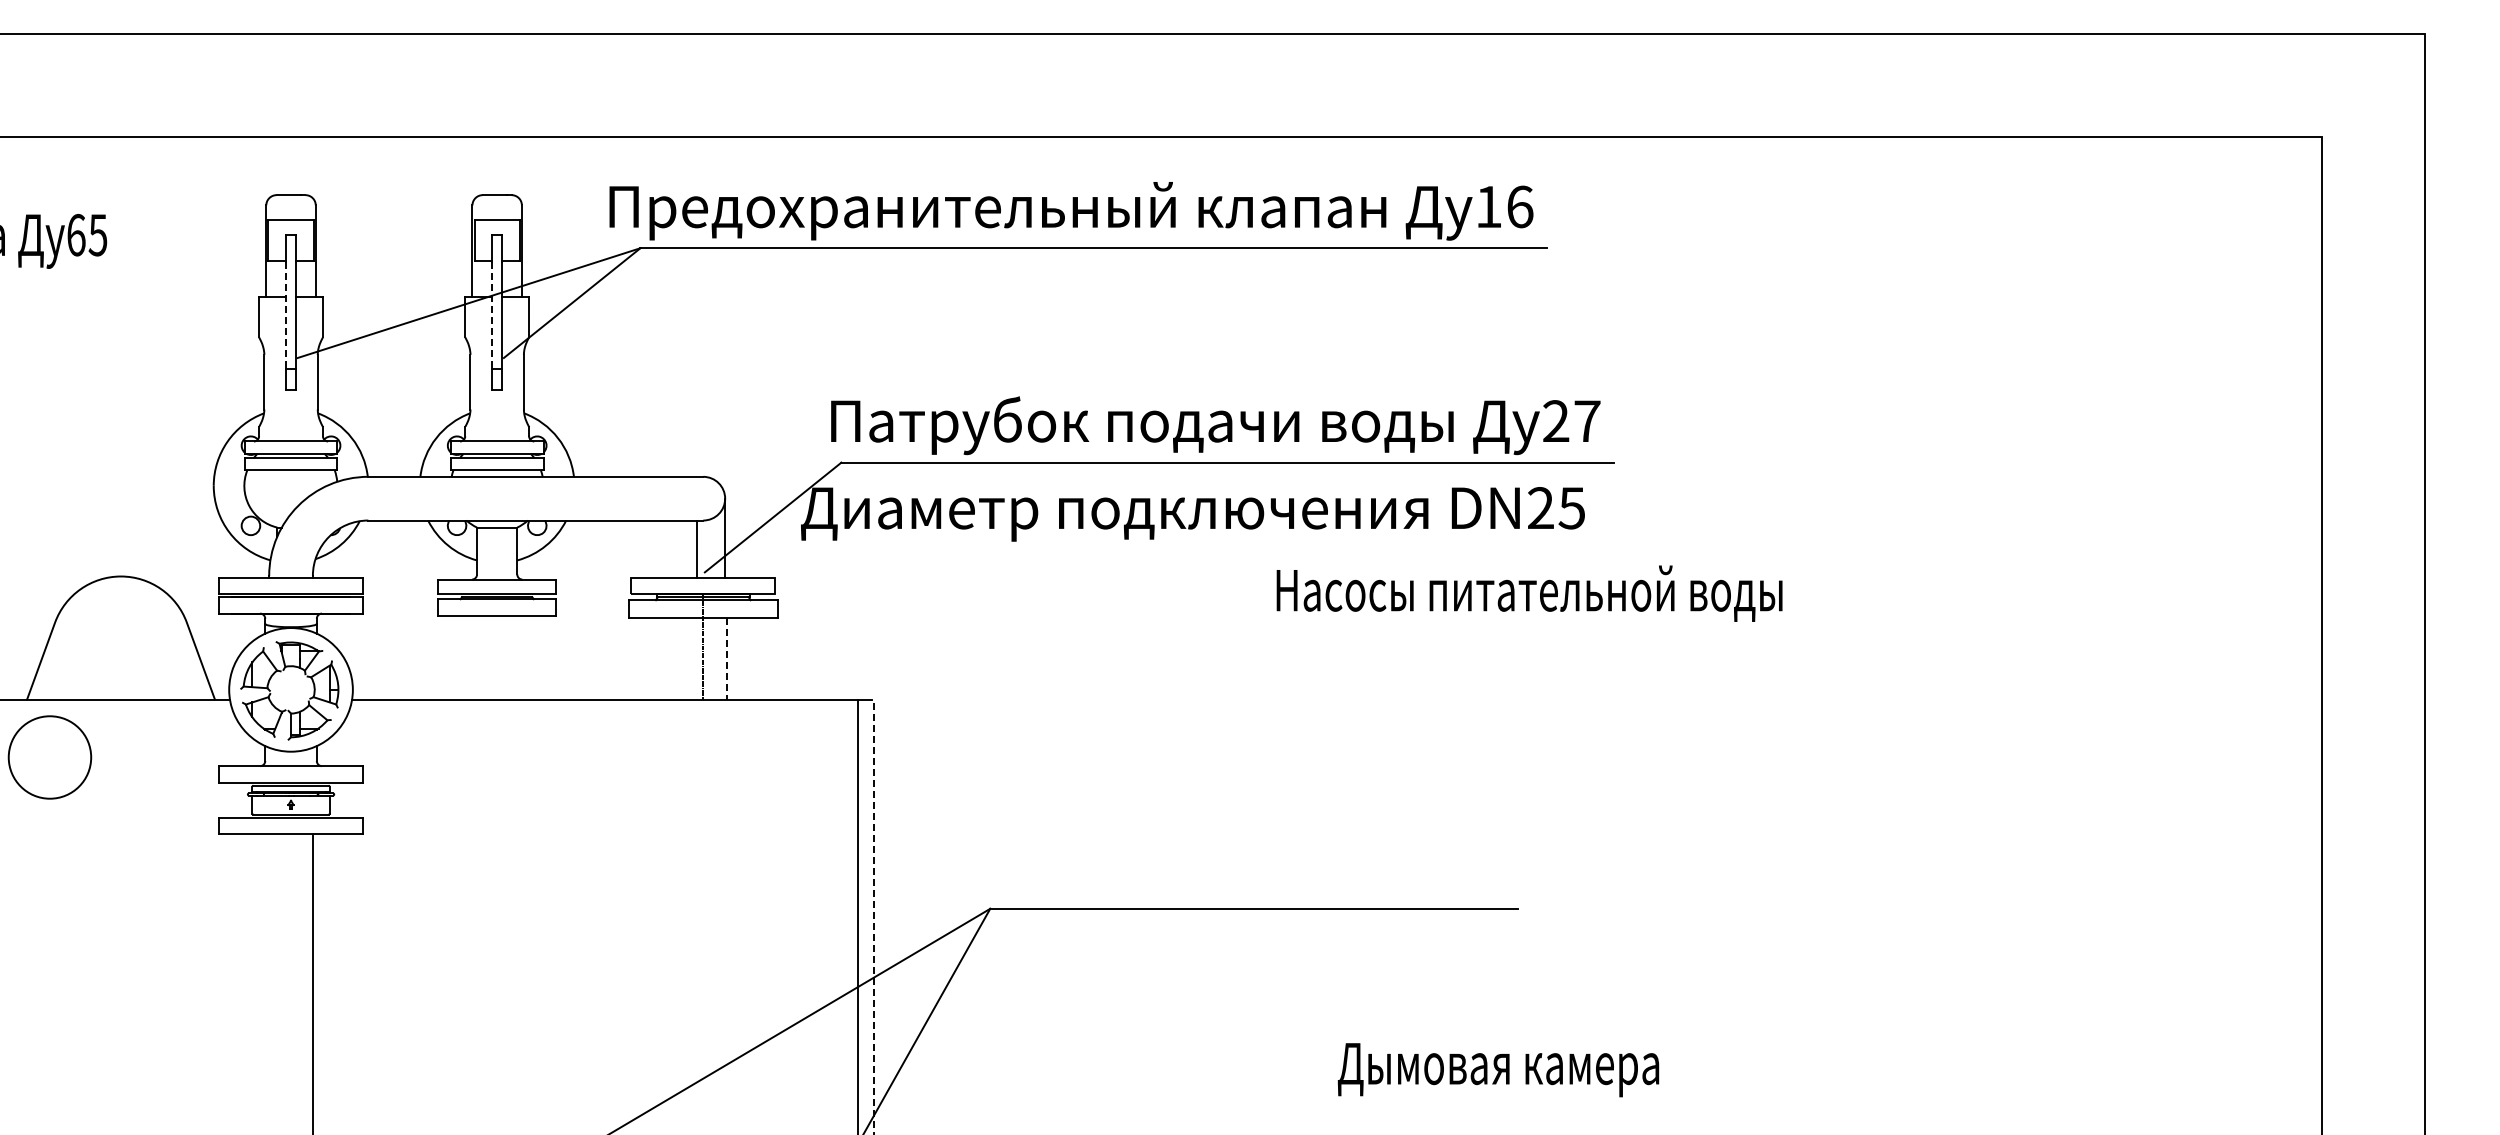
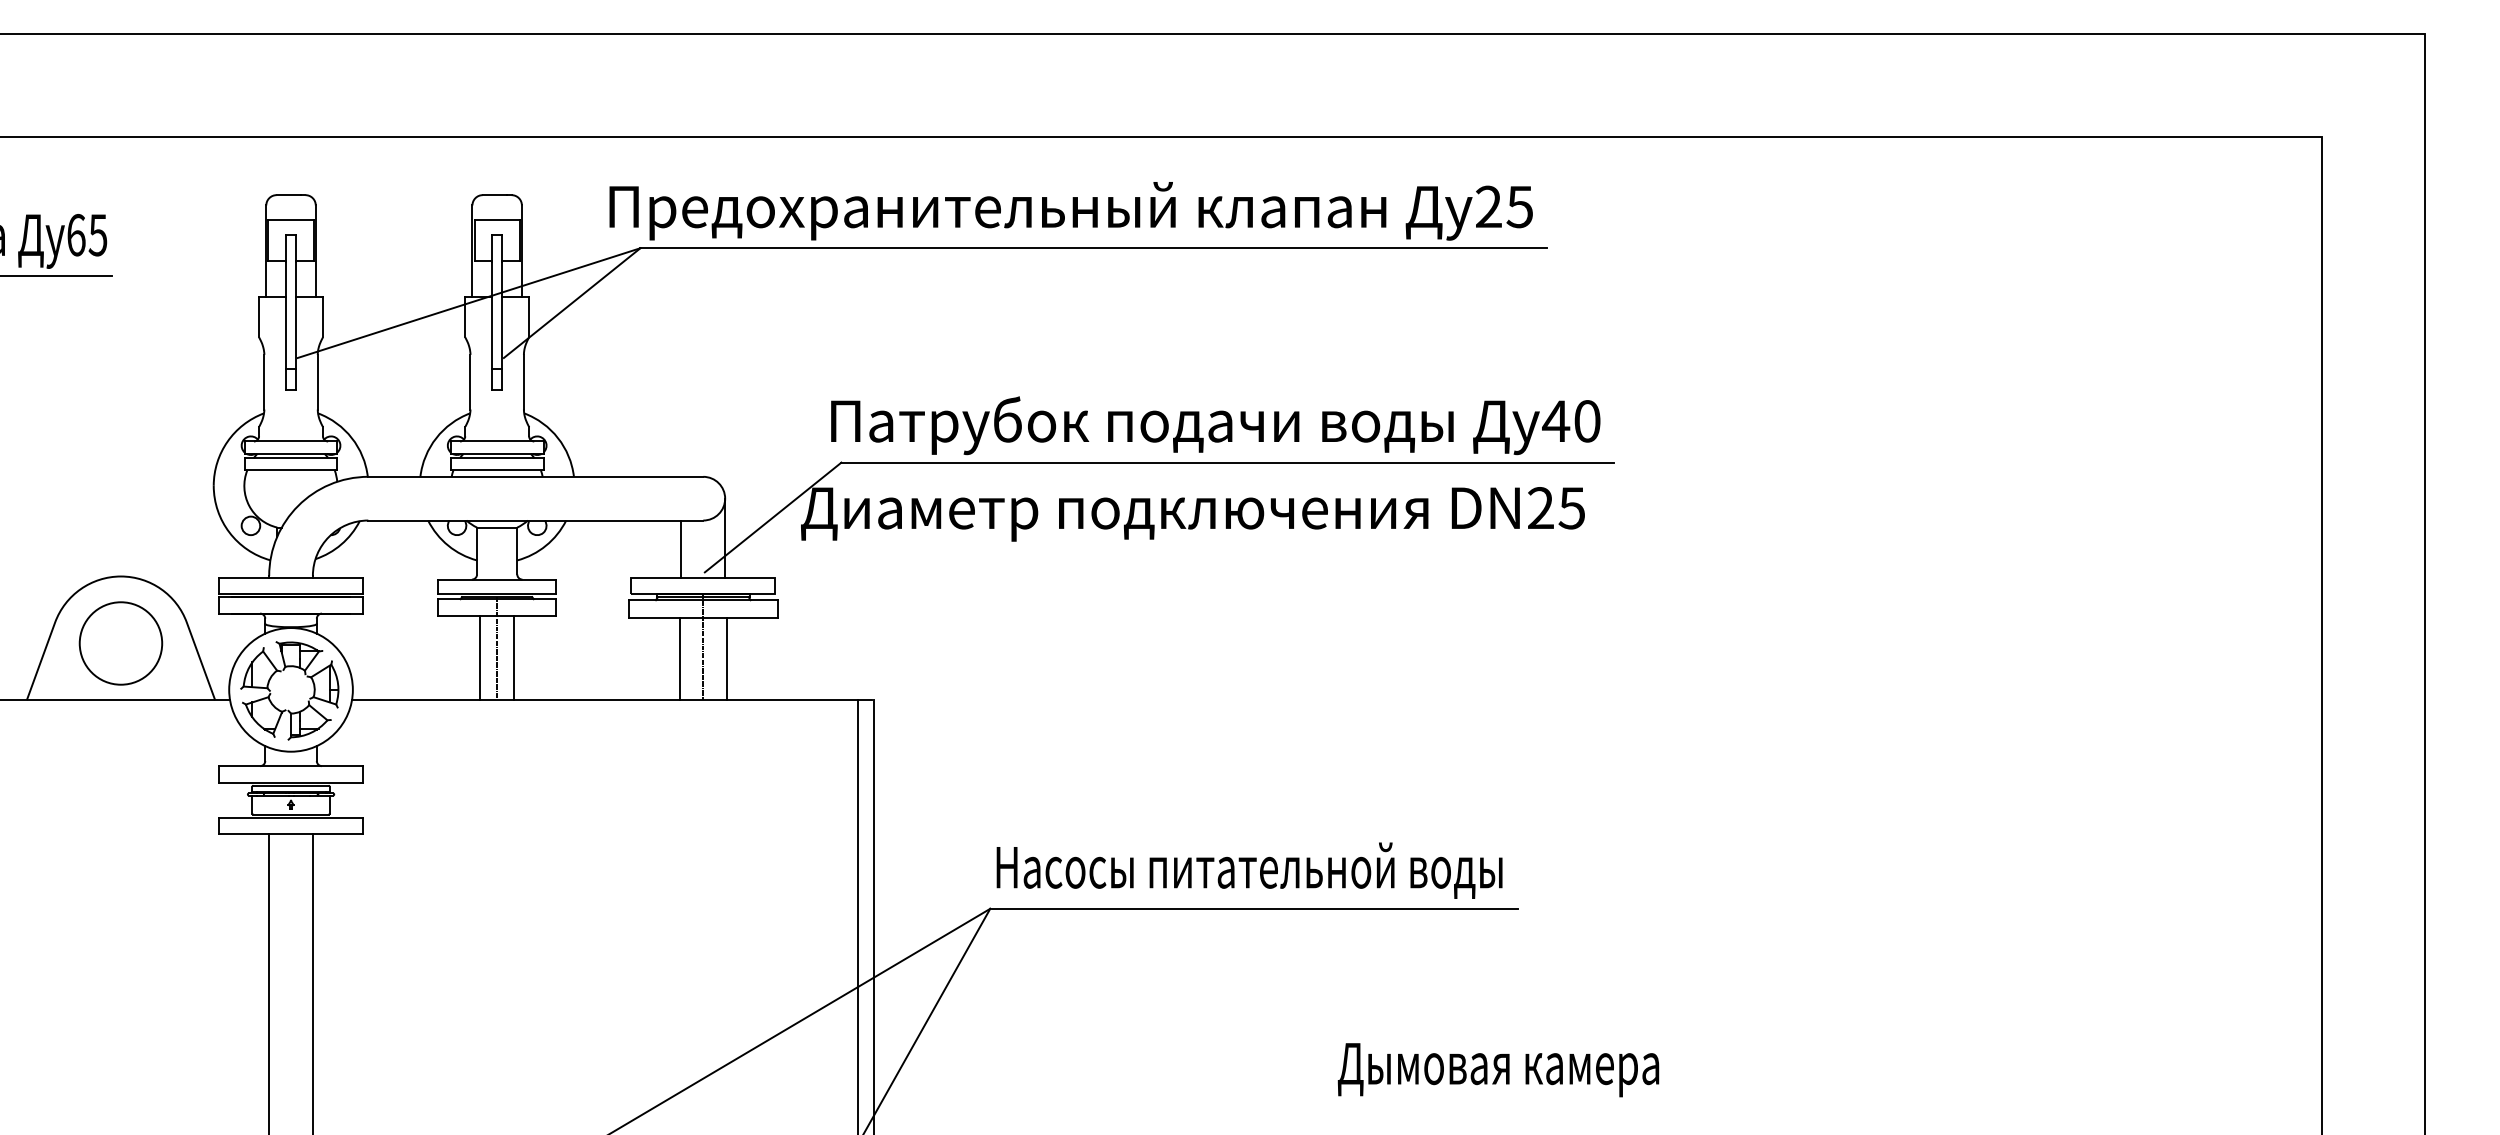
text at (1504, 206): 16 -> 25
line at (57, 276): none -> present
line at (285, 315): dashed -> solid
line at (492, 315): dashed -> solid
text at (1571, 421): 27 -> 40
line at (697, 548) position: (697, 548) -> (681, 548)
text at (1529, 593) position: (1529, 593) -> (1249, 870)
line at (497, 648): none -> present
line at (479, 657): none -> present
line at (514, 657): none -> present
line at (680, 658): none -> present
line at (726, 659): dashed -> solid
circle at (49, 757) position: (49, 757) -> (120, 643)
line at (874, 917): dashed -> solid
line at (269, 982): none -> present
